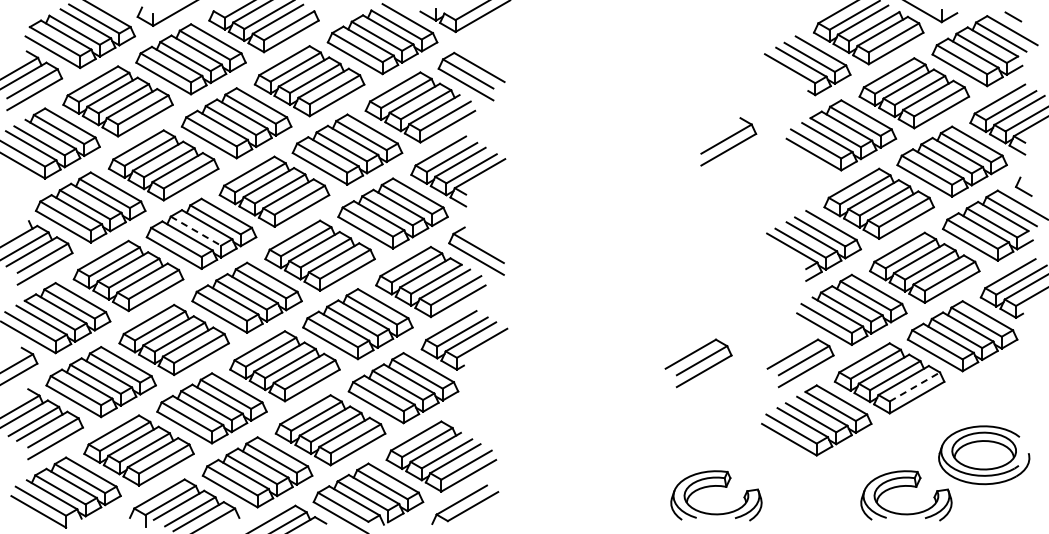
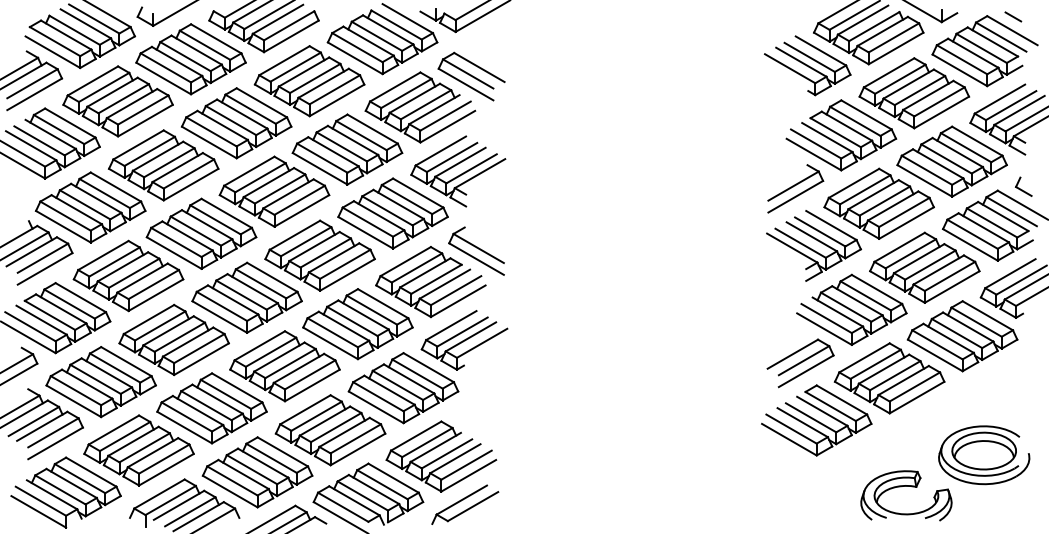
part at (728, 141) position: (728, 141) -> (795, 188)
line at (196, 231): dashed -> solid
part at (698, 363): present -> none
line at (915, 386): dashed -> solid
part at (716, 486): present -> none
